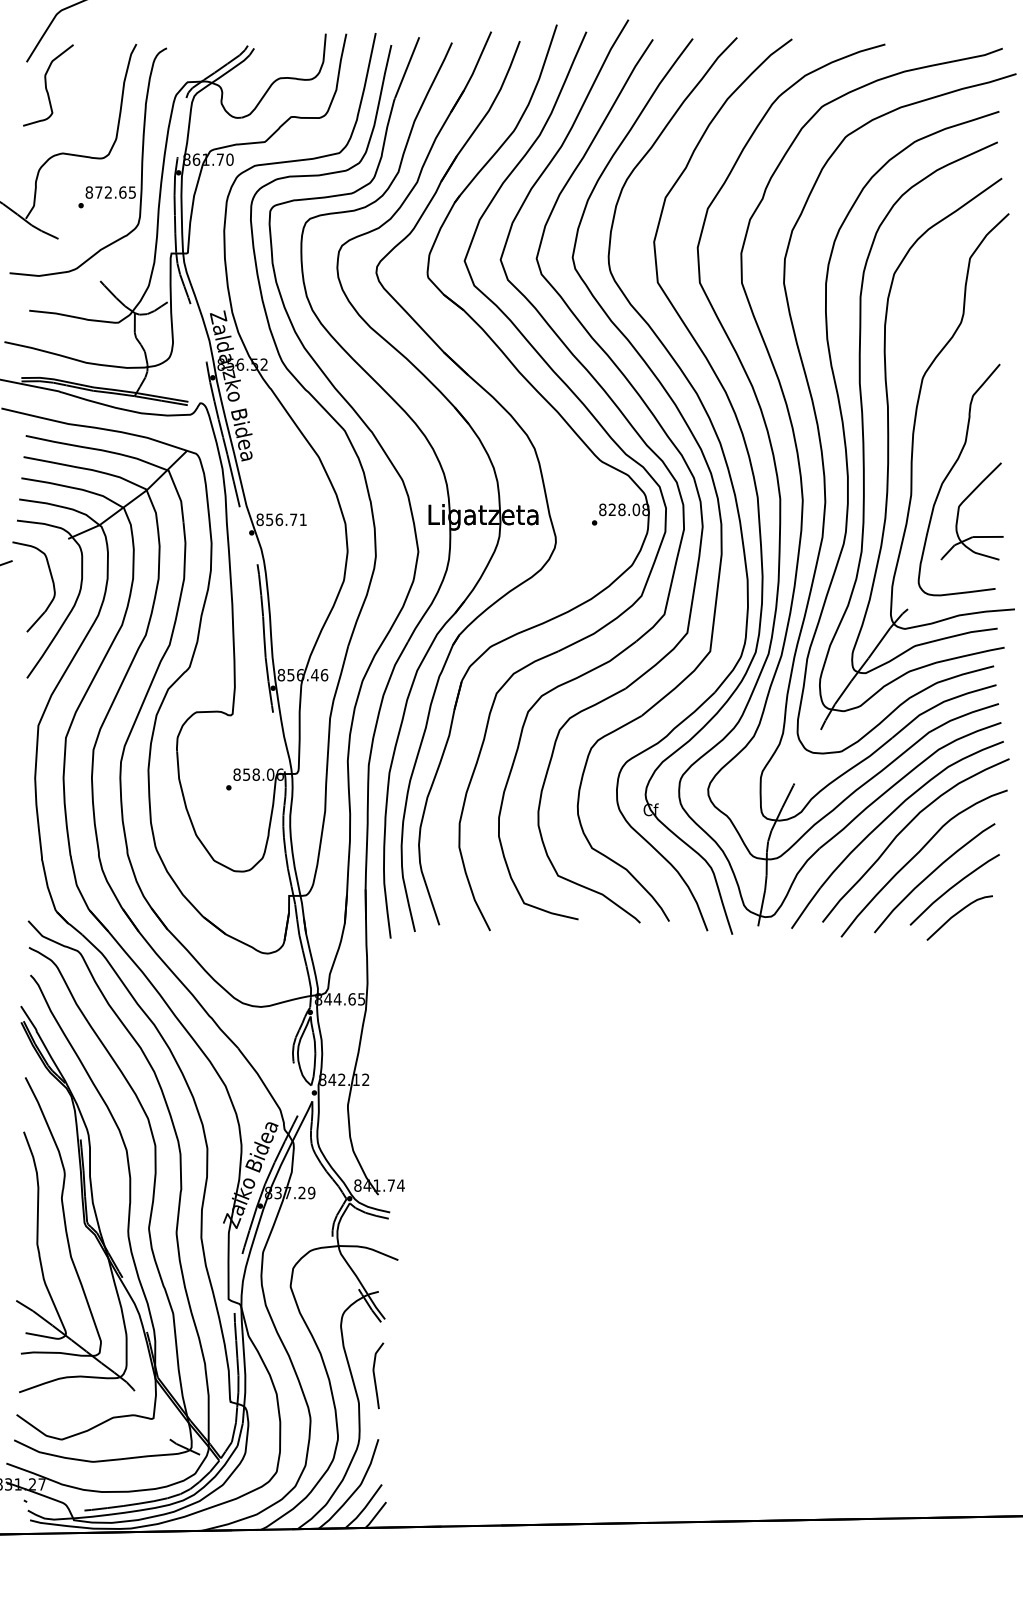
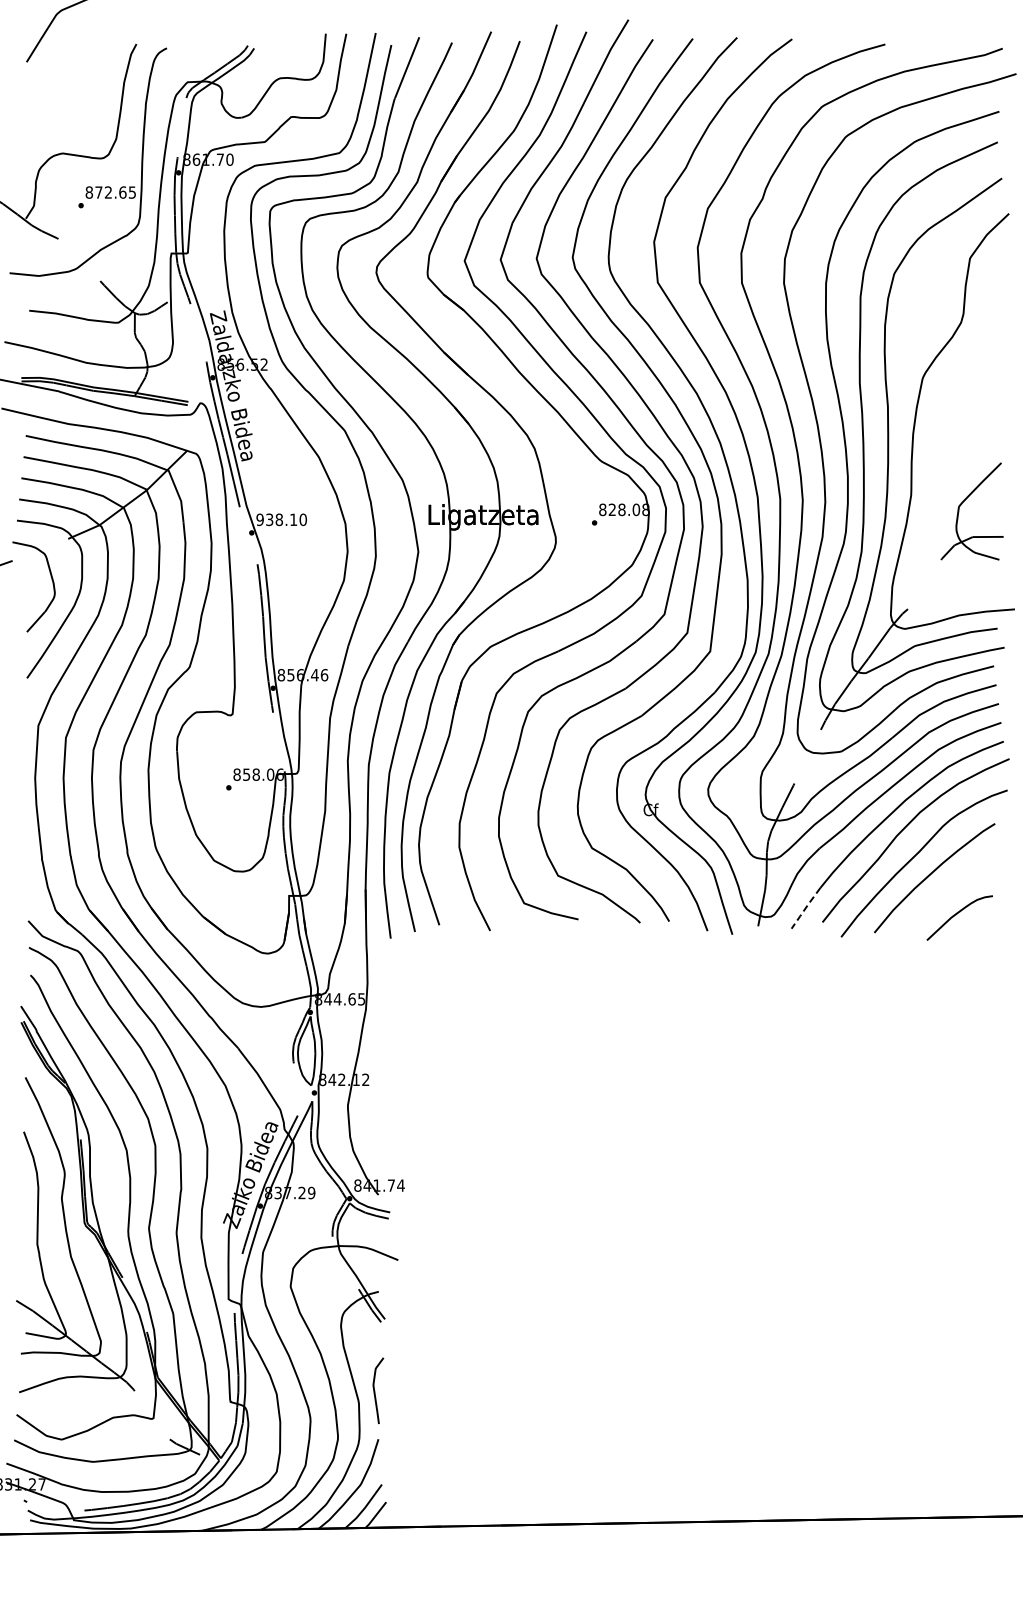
curve at (46, 85): present -> none
curve at (949, 474): present -> none
text at (281, 519): 856.71 -> 938.10
curve at (953, 887): present -> none
line at (805, 908): solid -> dashed
curve at (375, 1375) position: (375, 1375) -> (375, 1390)
